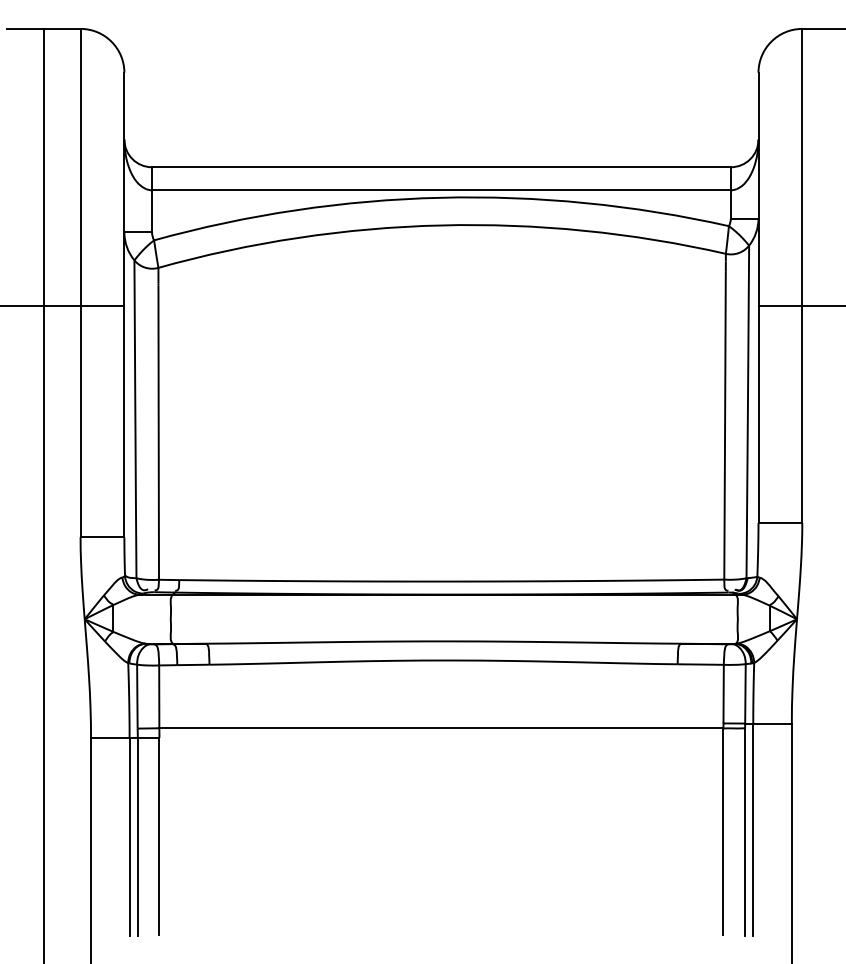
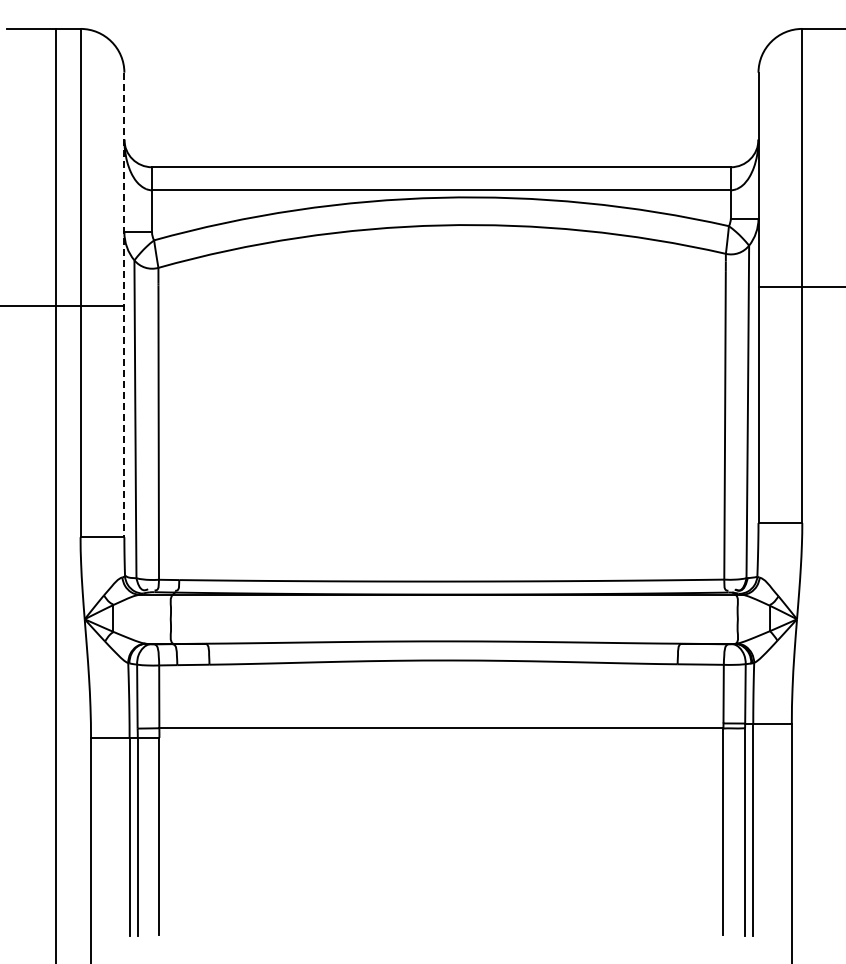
line at (124, 305): solid -> dashed
line at (800, 305) position: (800, 305) -> (800, 286)
line at (43, 494) position: (43, 494) -> (55, 494)
